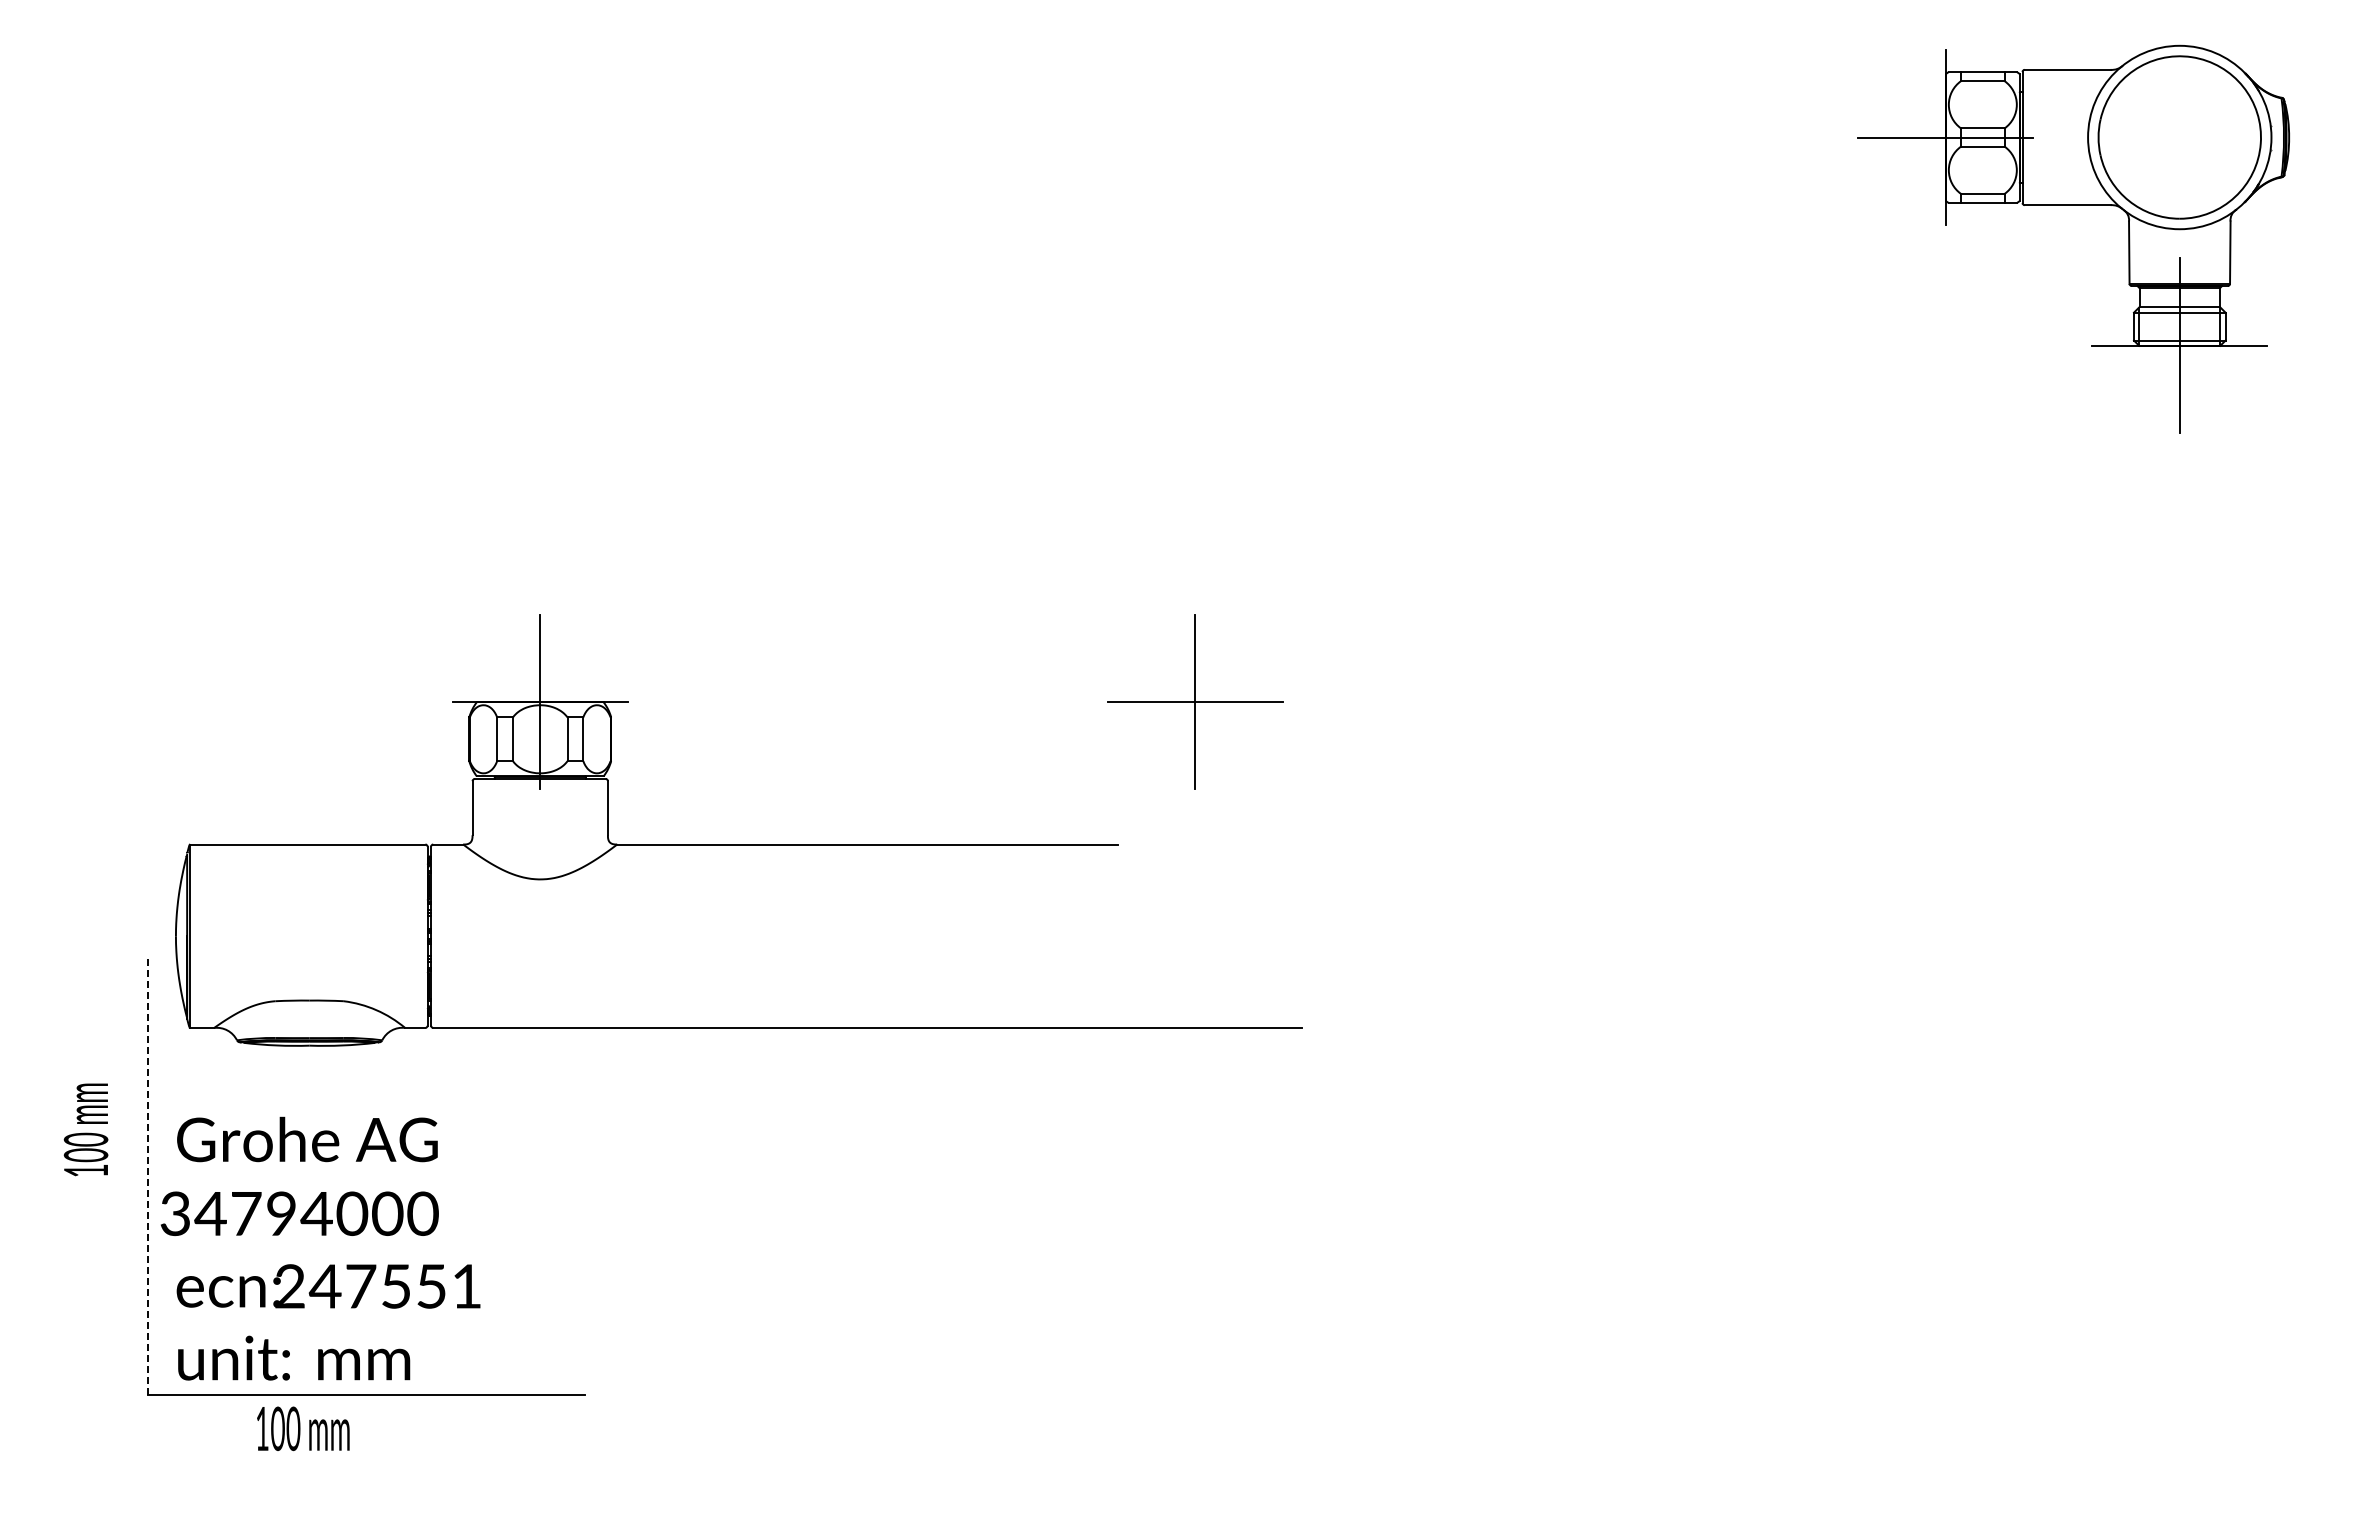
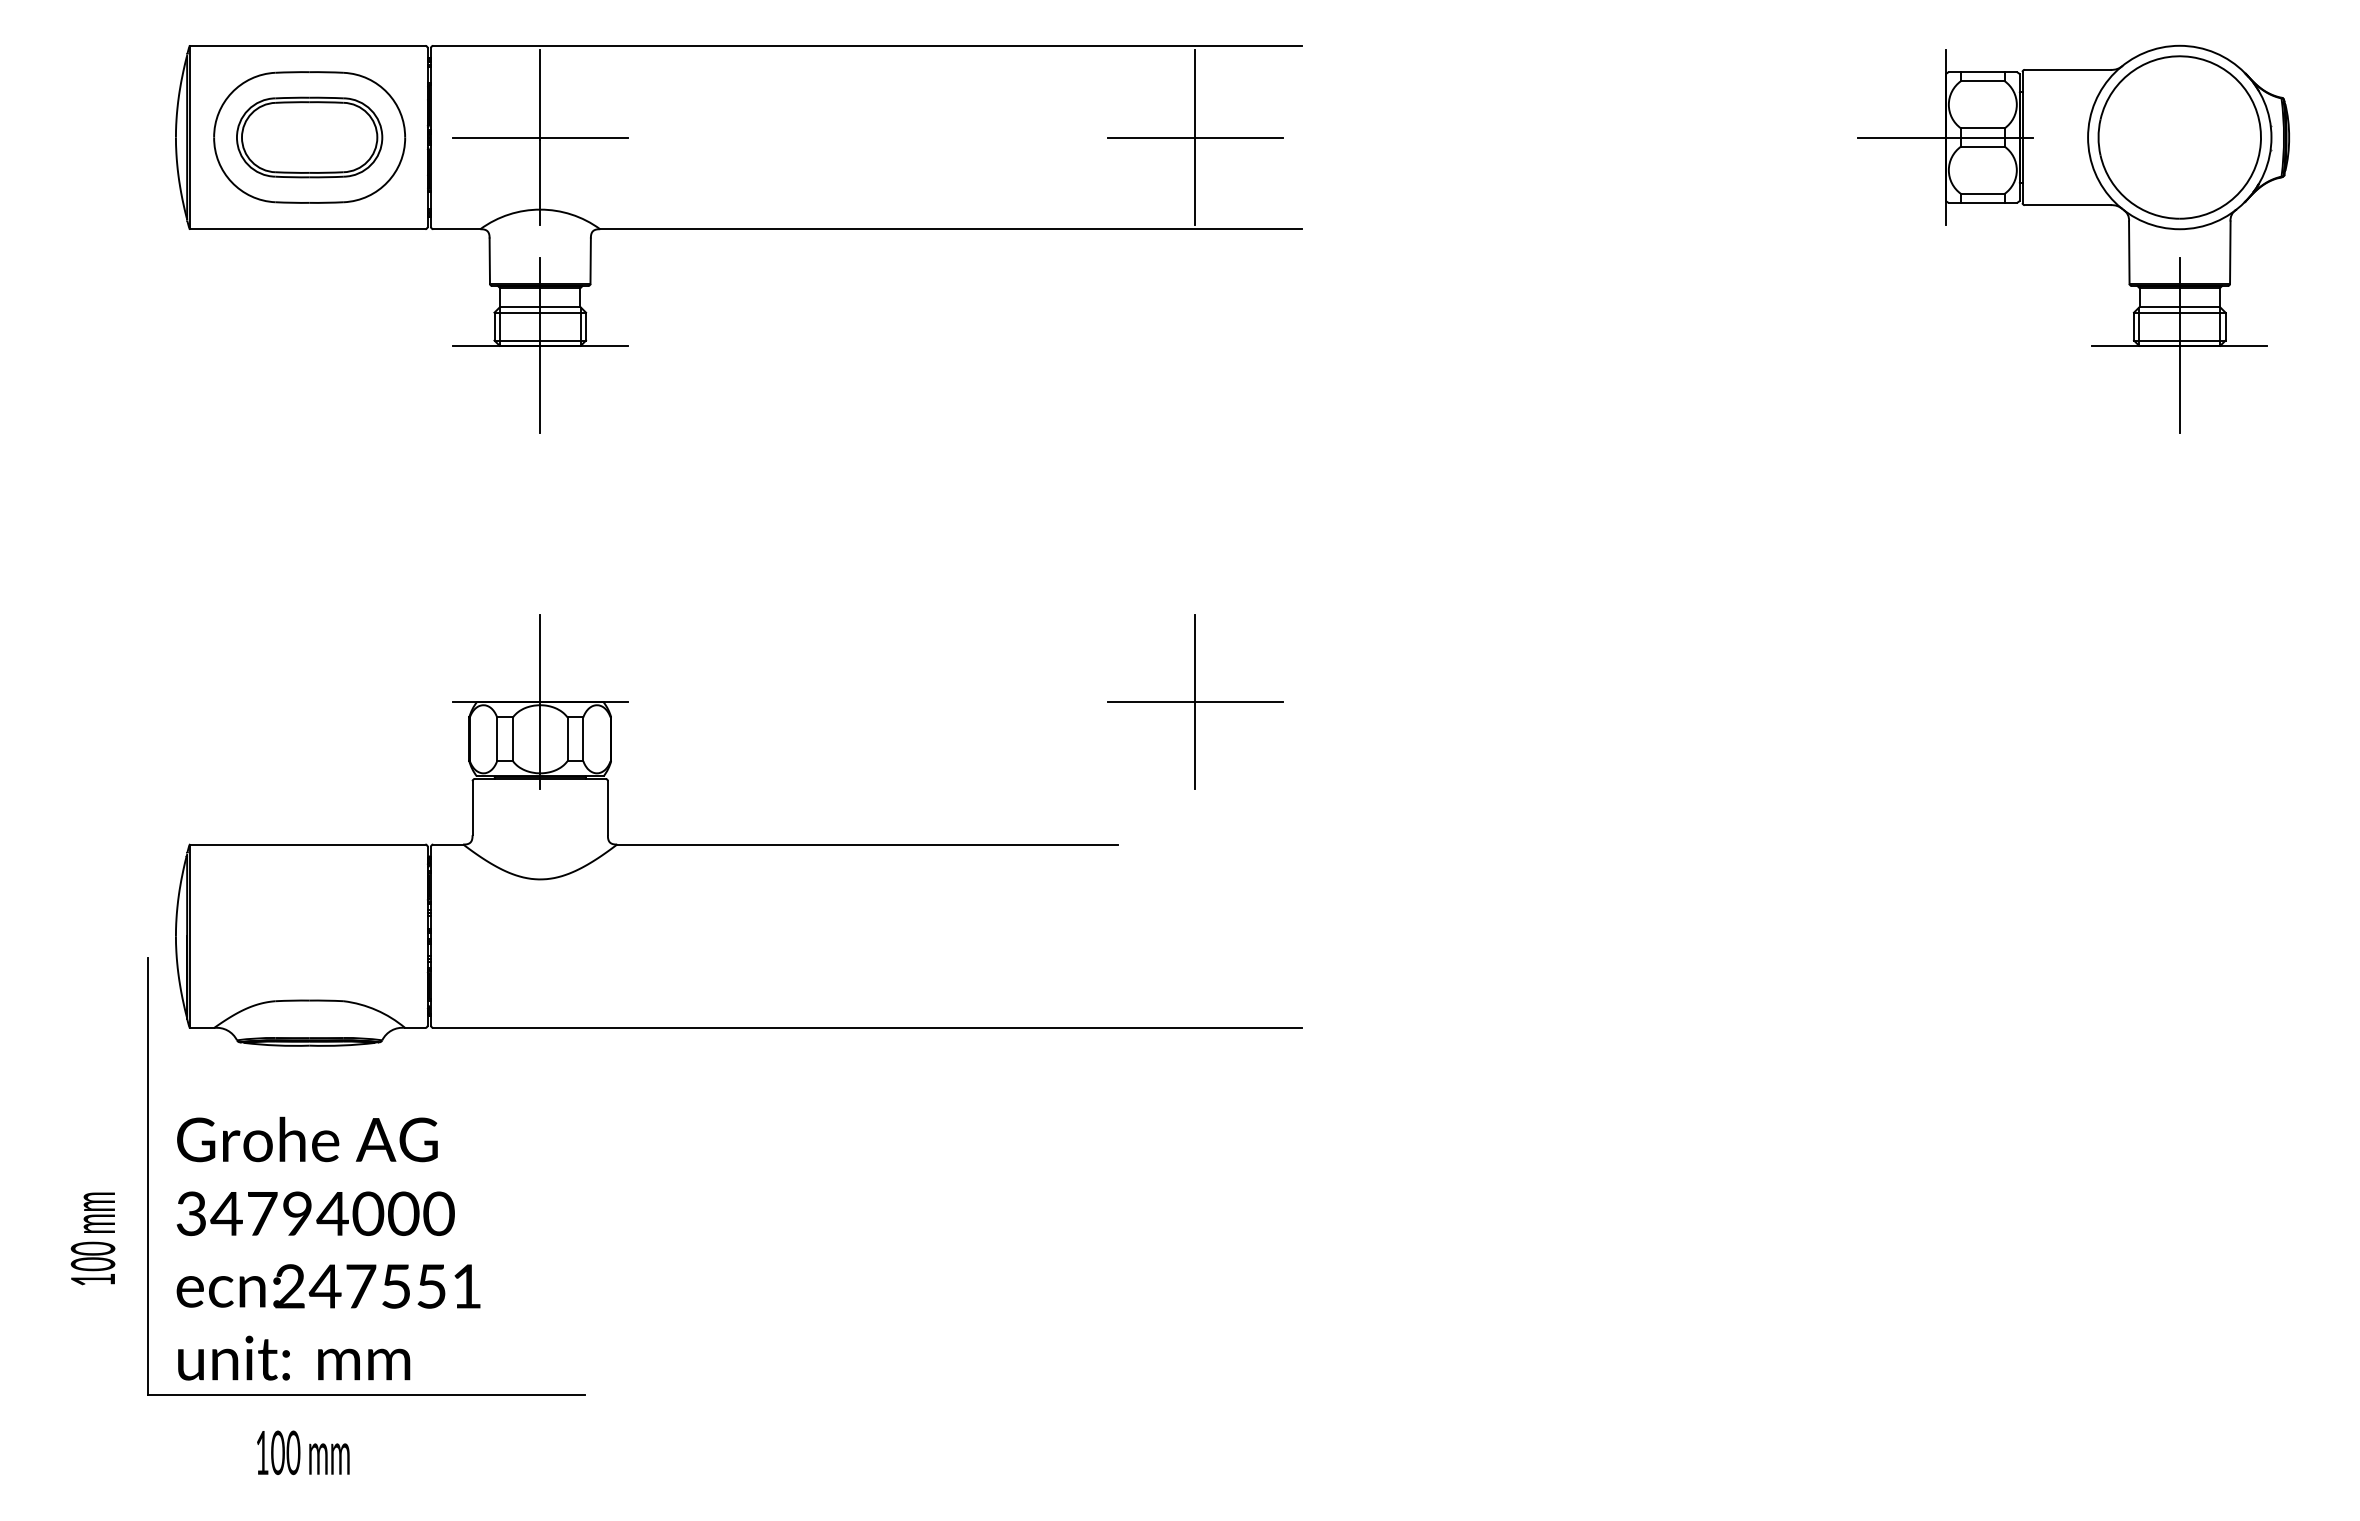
part at (738, 229): none -> present
text at (85, 1129) position: (85, 1129) -> (92, 1238)
line at (148, 1176): dashed -> solid
text at (299, 1213) position: (299, 1213) -> (315, 1213)
text at (303, 1428) position: (303, 1428) -> (303, 1452)
